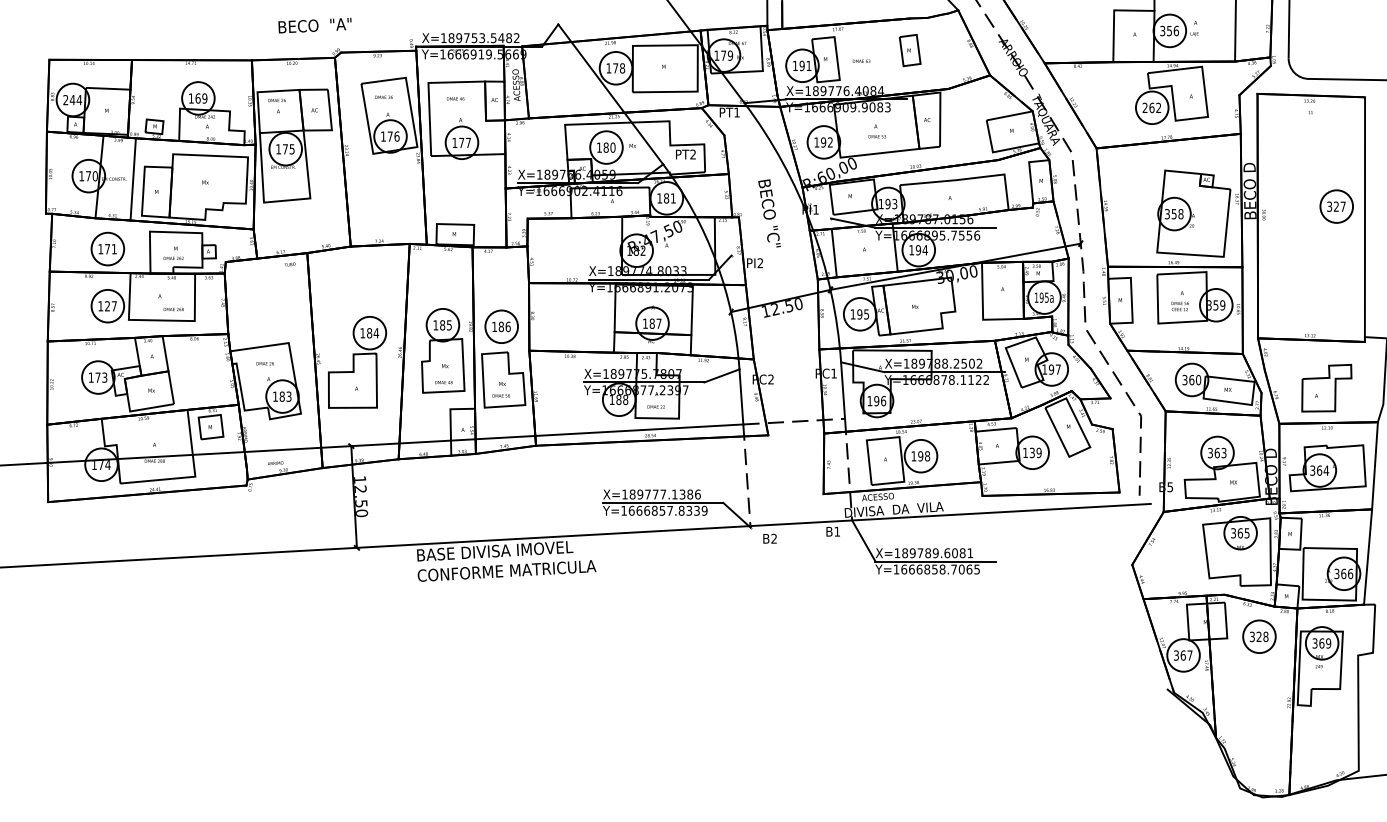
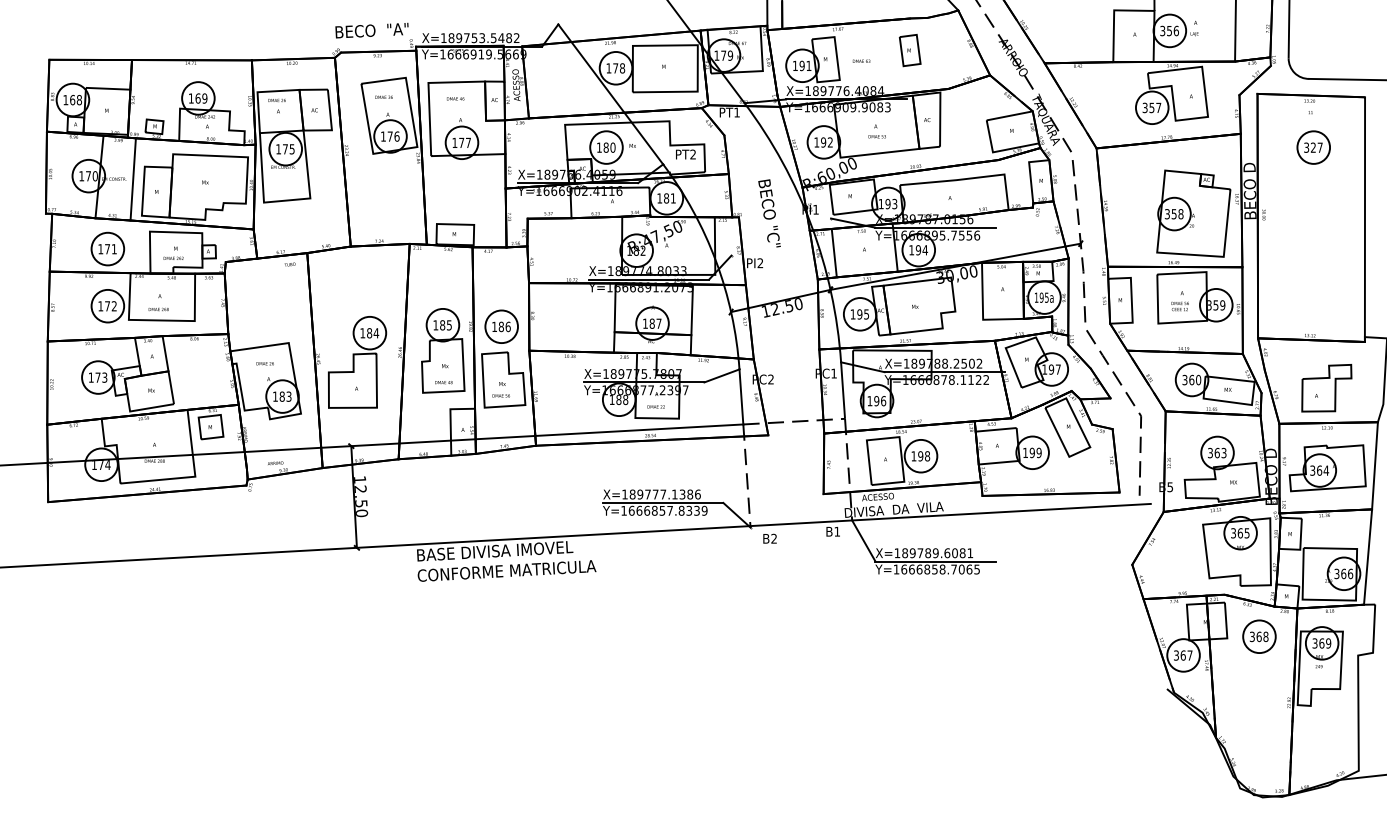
text at (314, 25) position: (314, 25) -> (371, 30)
text at (72, 99): 244 -> 168
text at (1151, 107): 262 -> 357
part at (1336, 206) position: (1336, 206) -> (1313, 147)
text at (110, 306): 127 -> 172
text at (173, 309) position: (173, 309) -> (158, 309)
text at (1031, 452): 139 -> 199
text at (1258, 636): 328 -> 368
